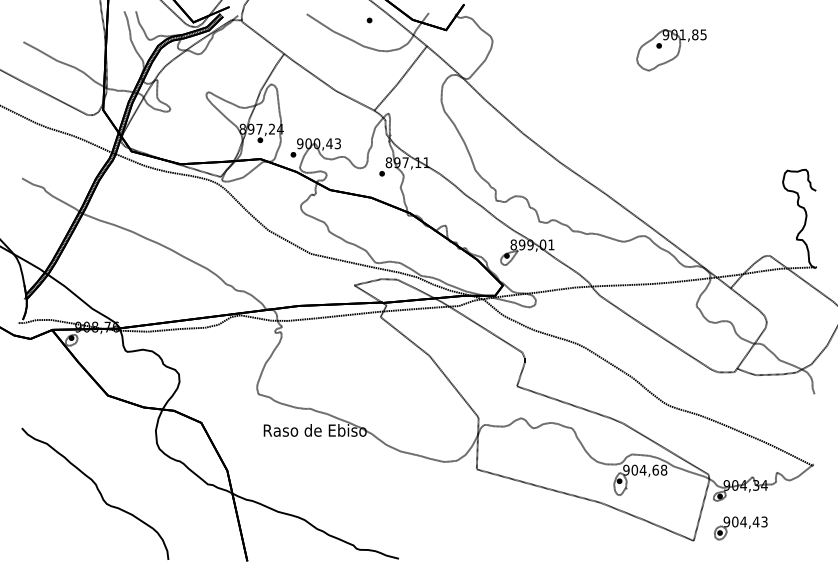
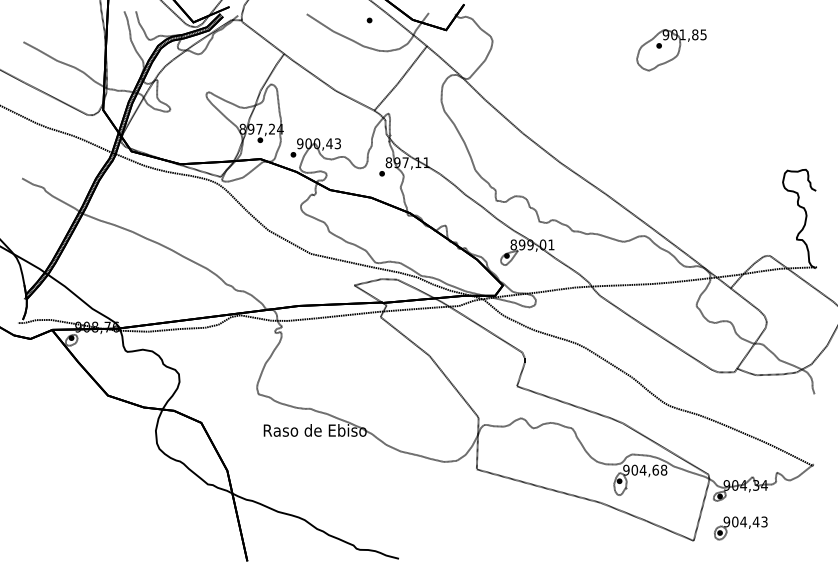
part at (95, 493): present -> none
